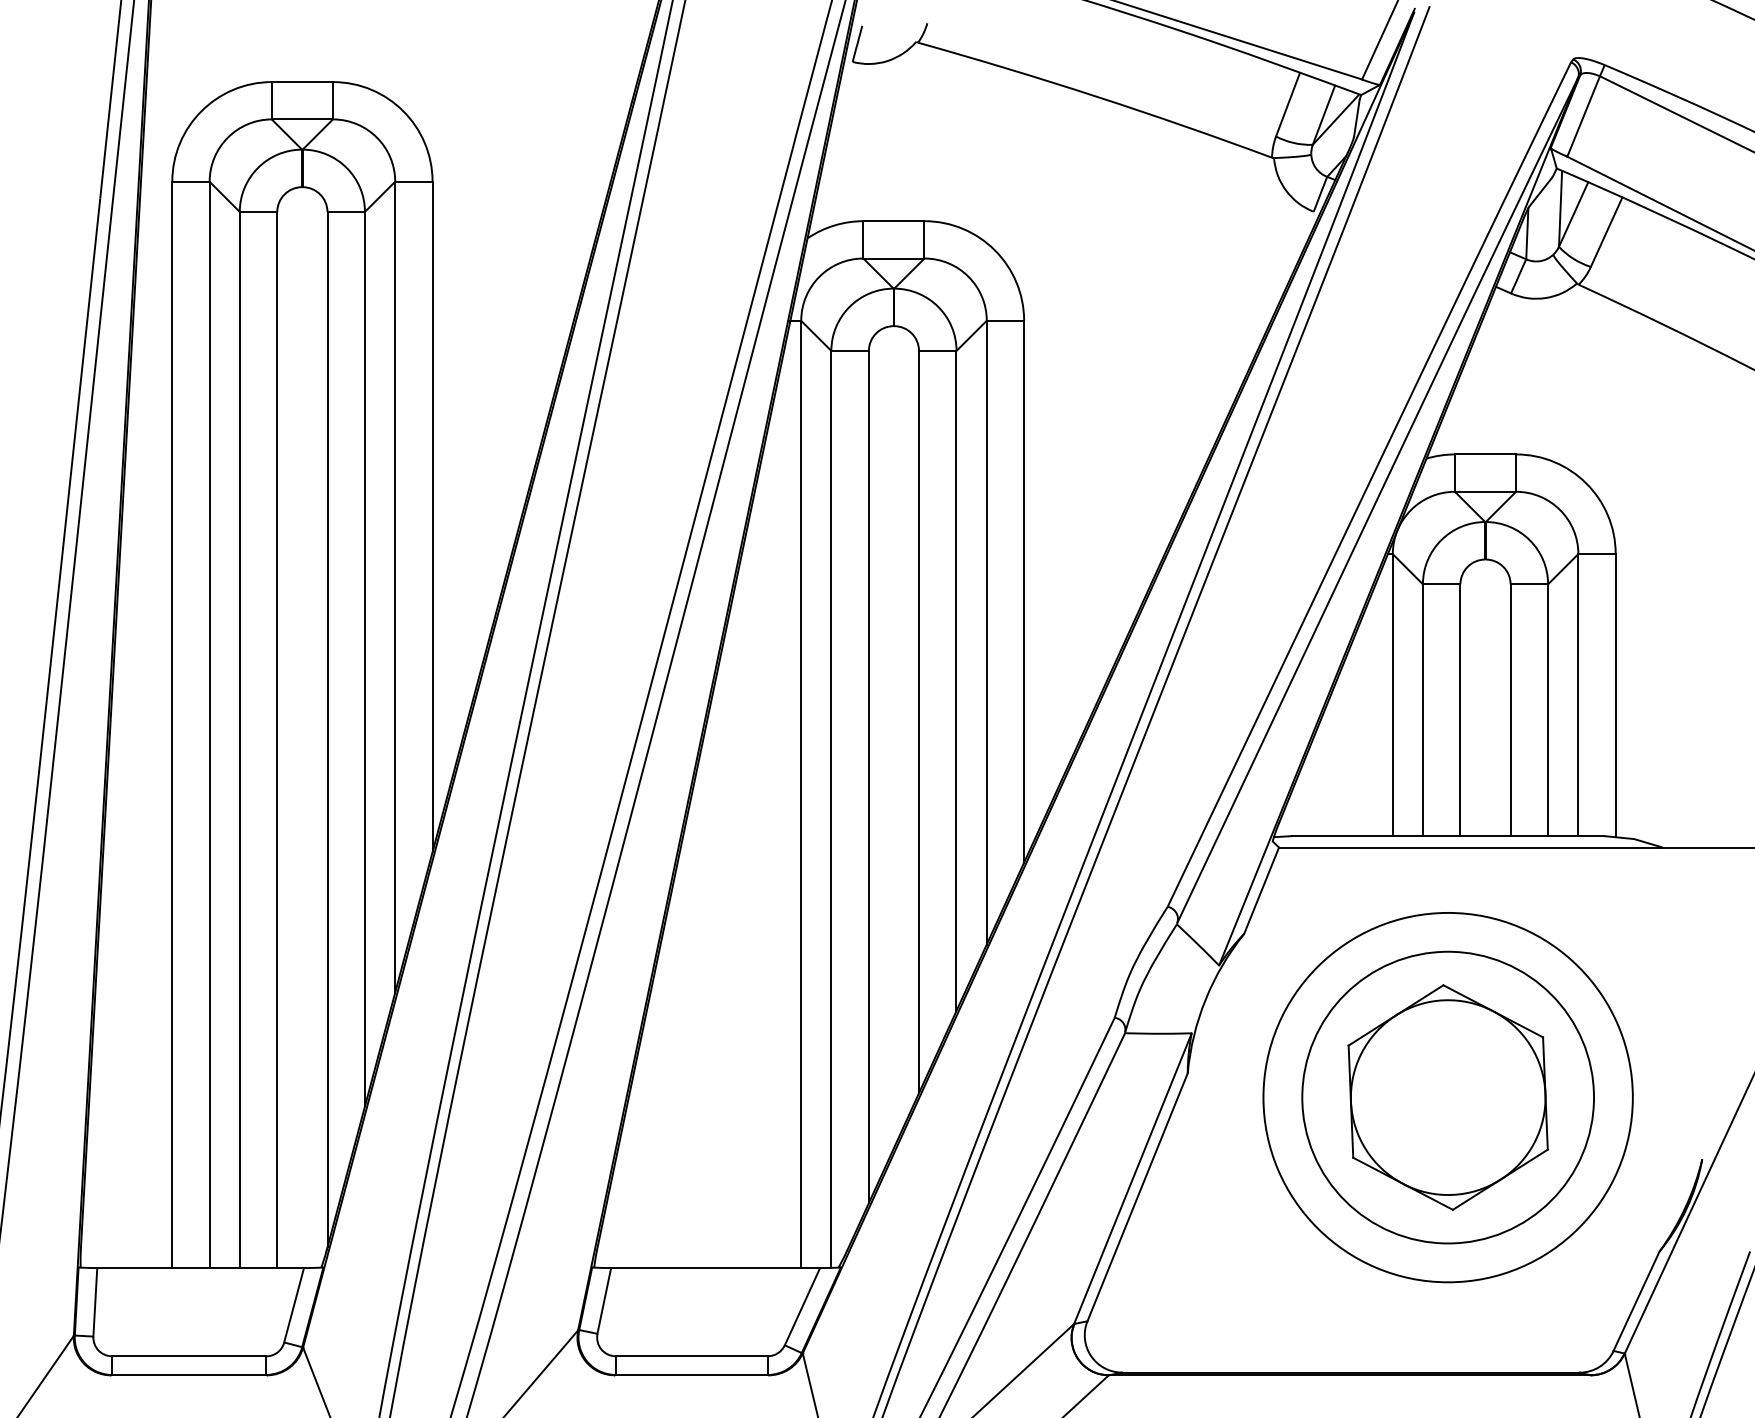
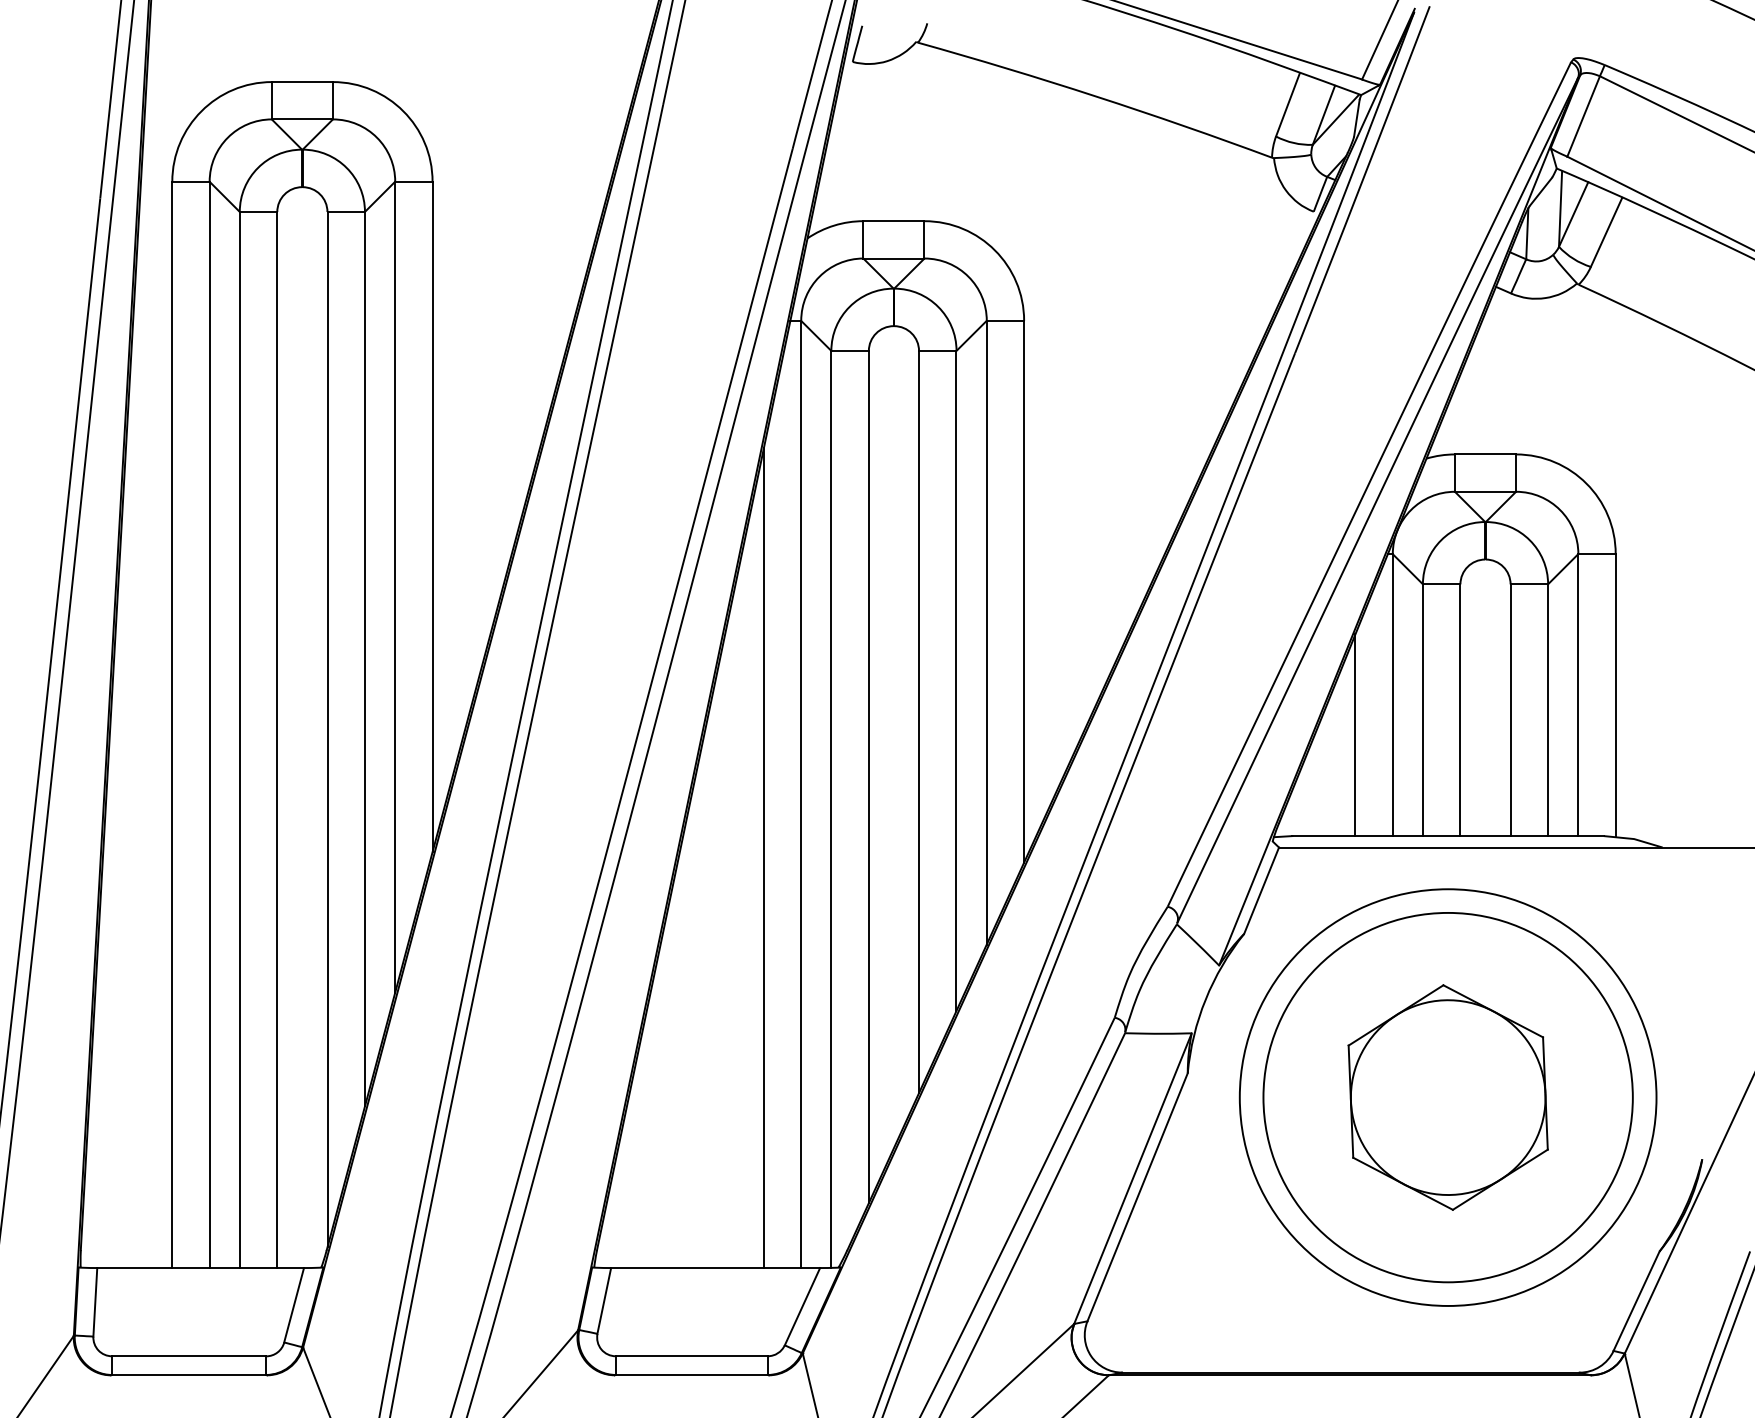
line at (1355, 735): none -> present
line at (763, 858): none -> present
circle at (1448, 1097) diameter: 292 px -> 417 px
